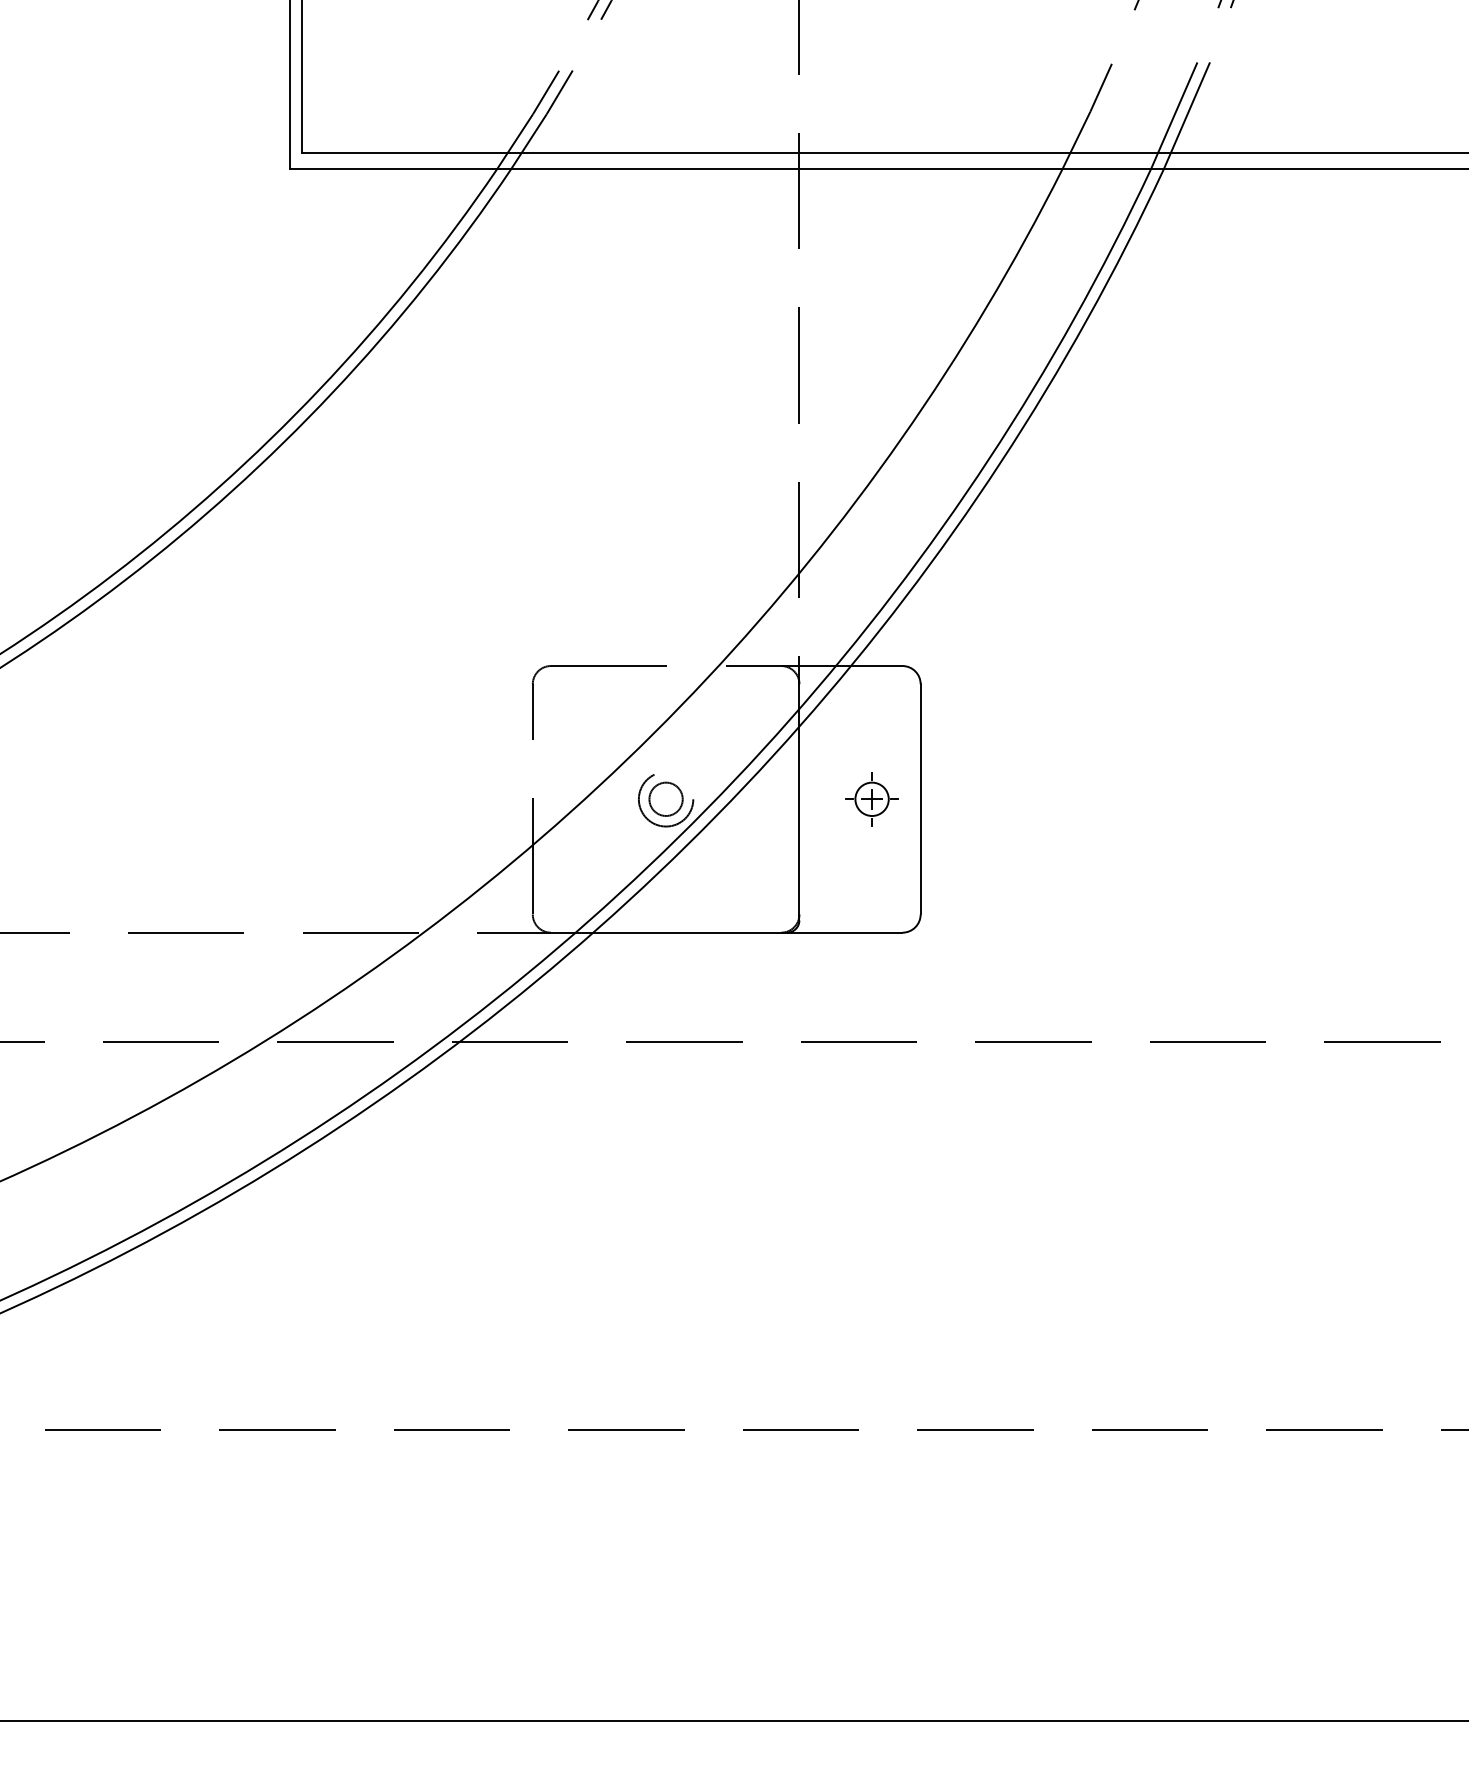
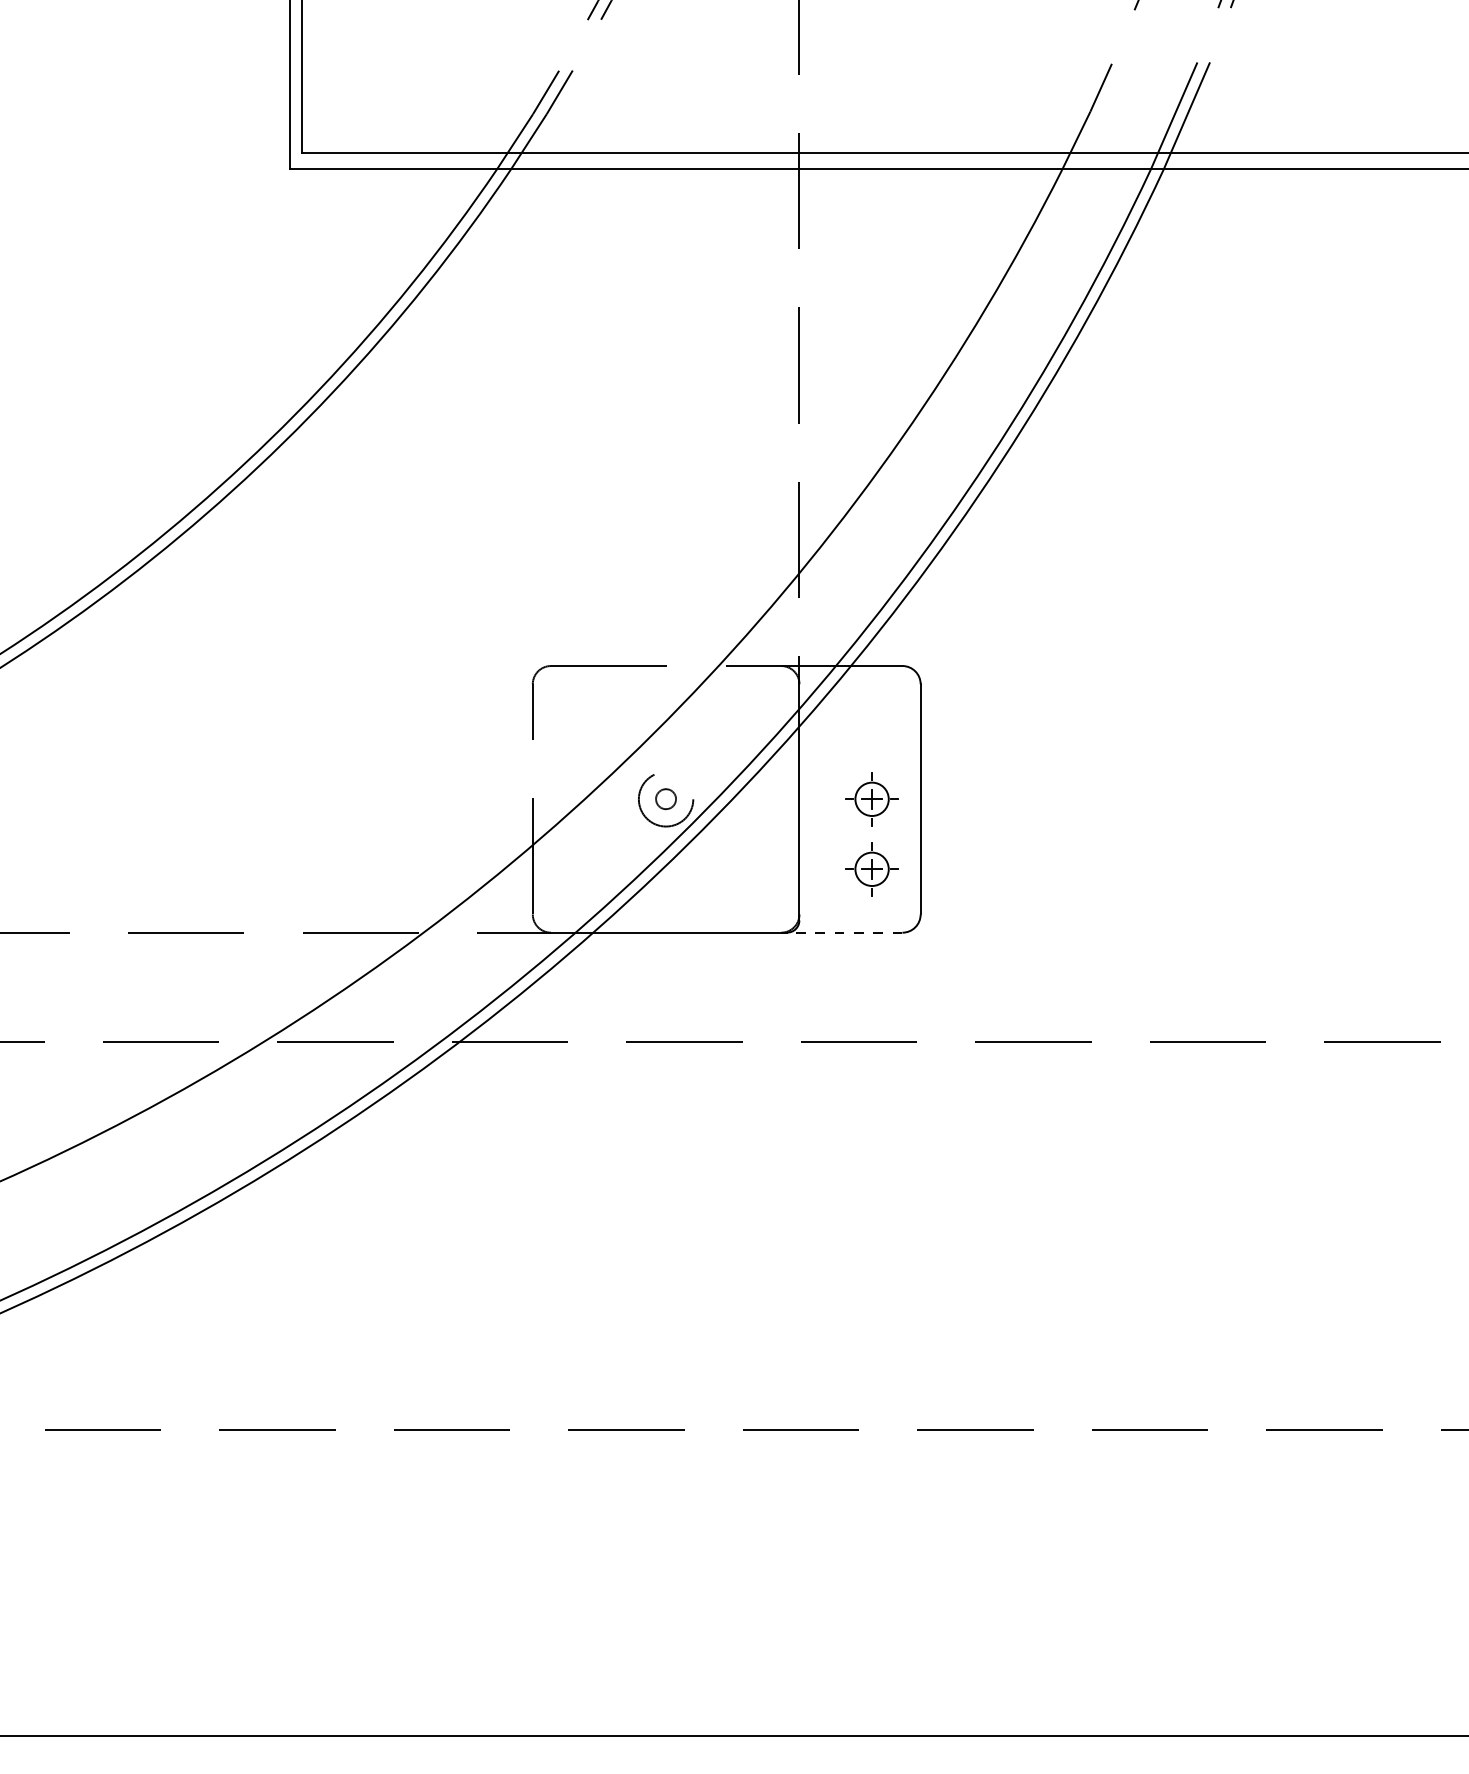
circle at (665, 798) size: 36x36 px -> 22x23 px
part at (871, 869): none -> present
line at (844, 932): solid -> dashed
line at (733, 1720) position: (733, 1720) -> (733, 1735)
